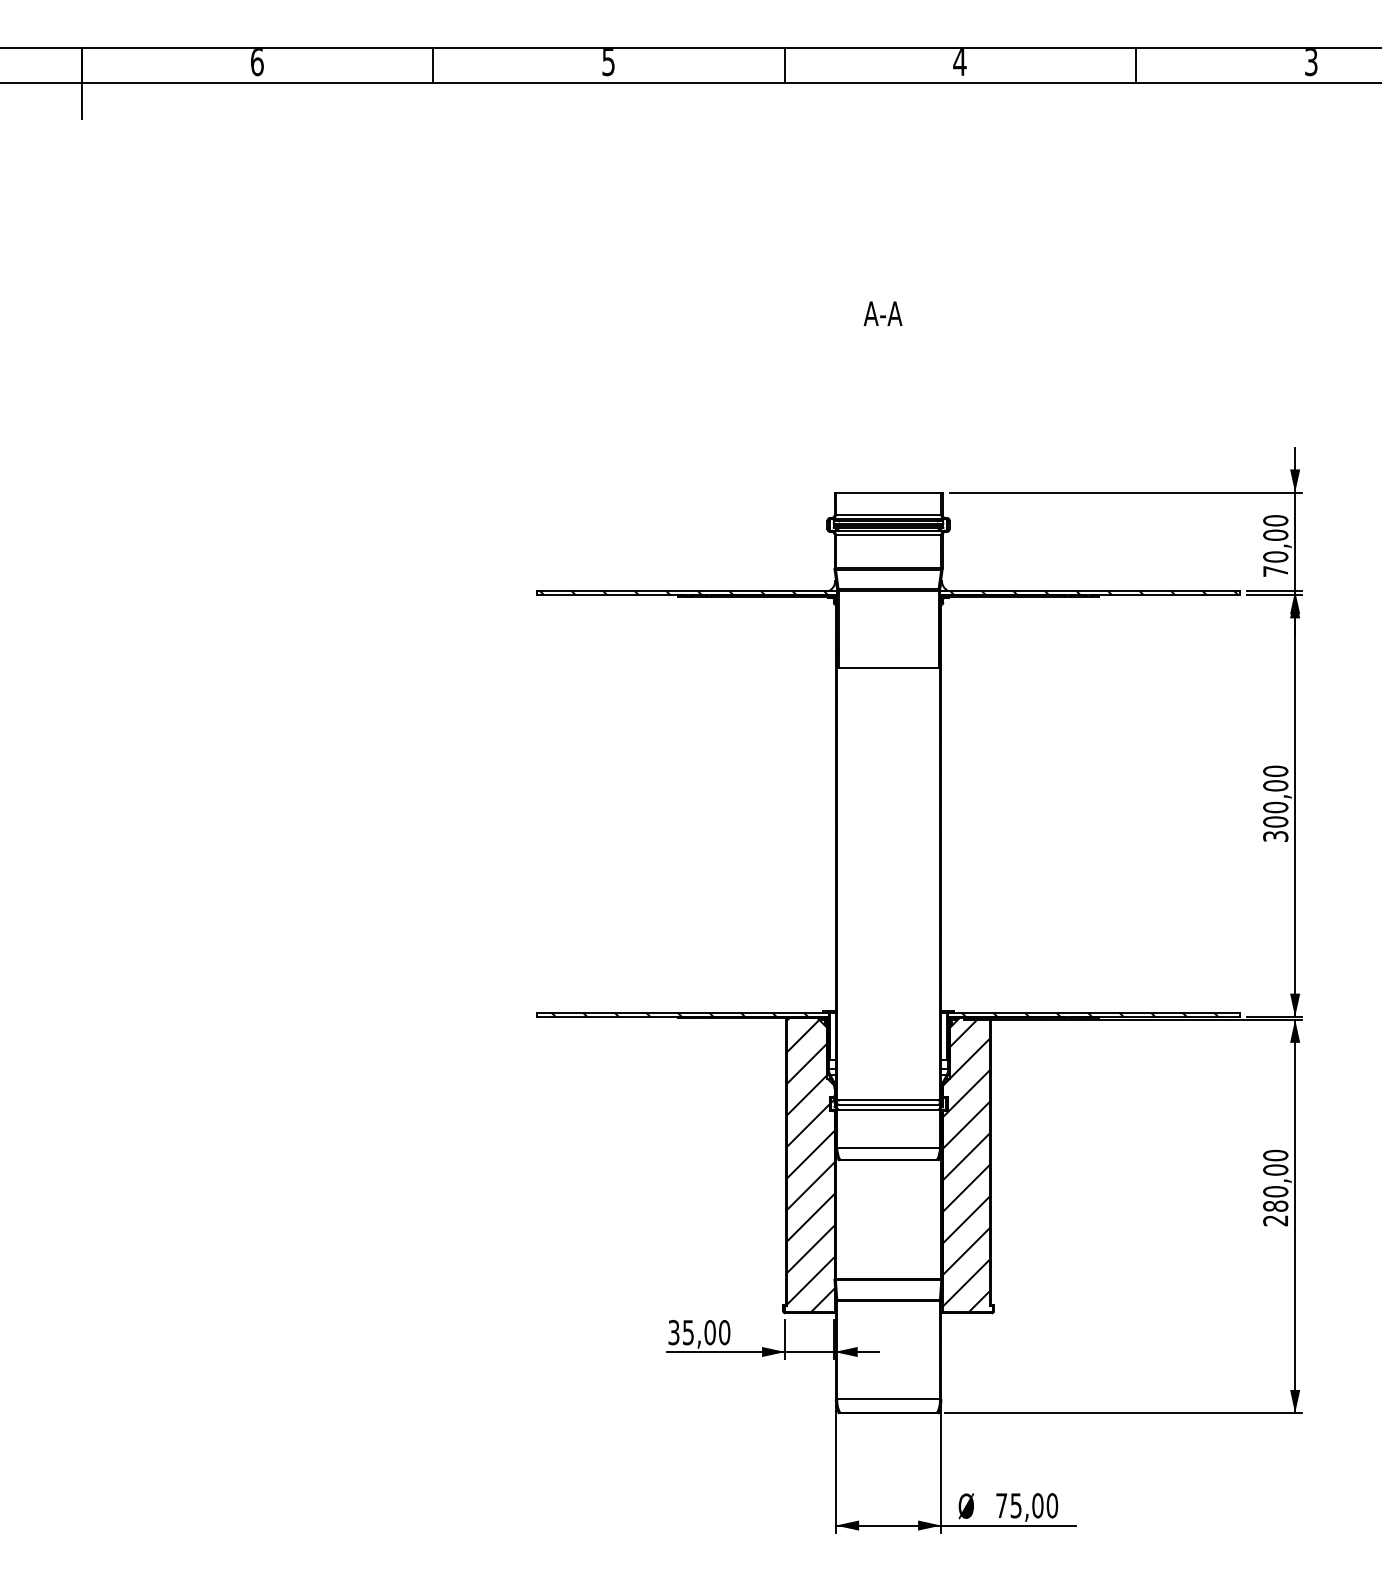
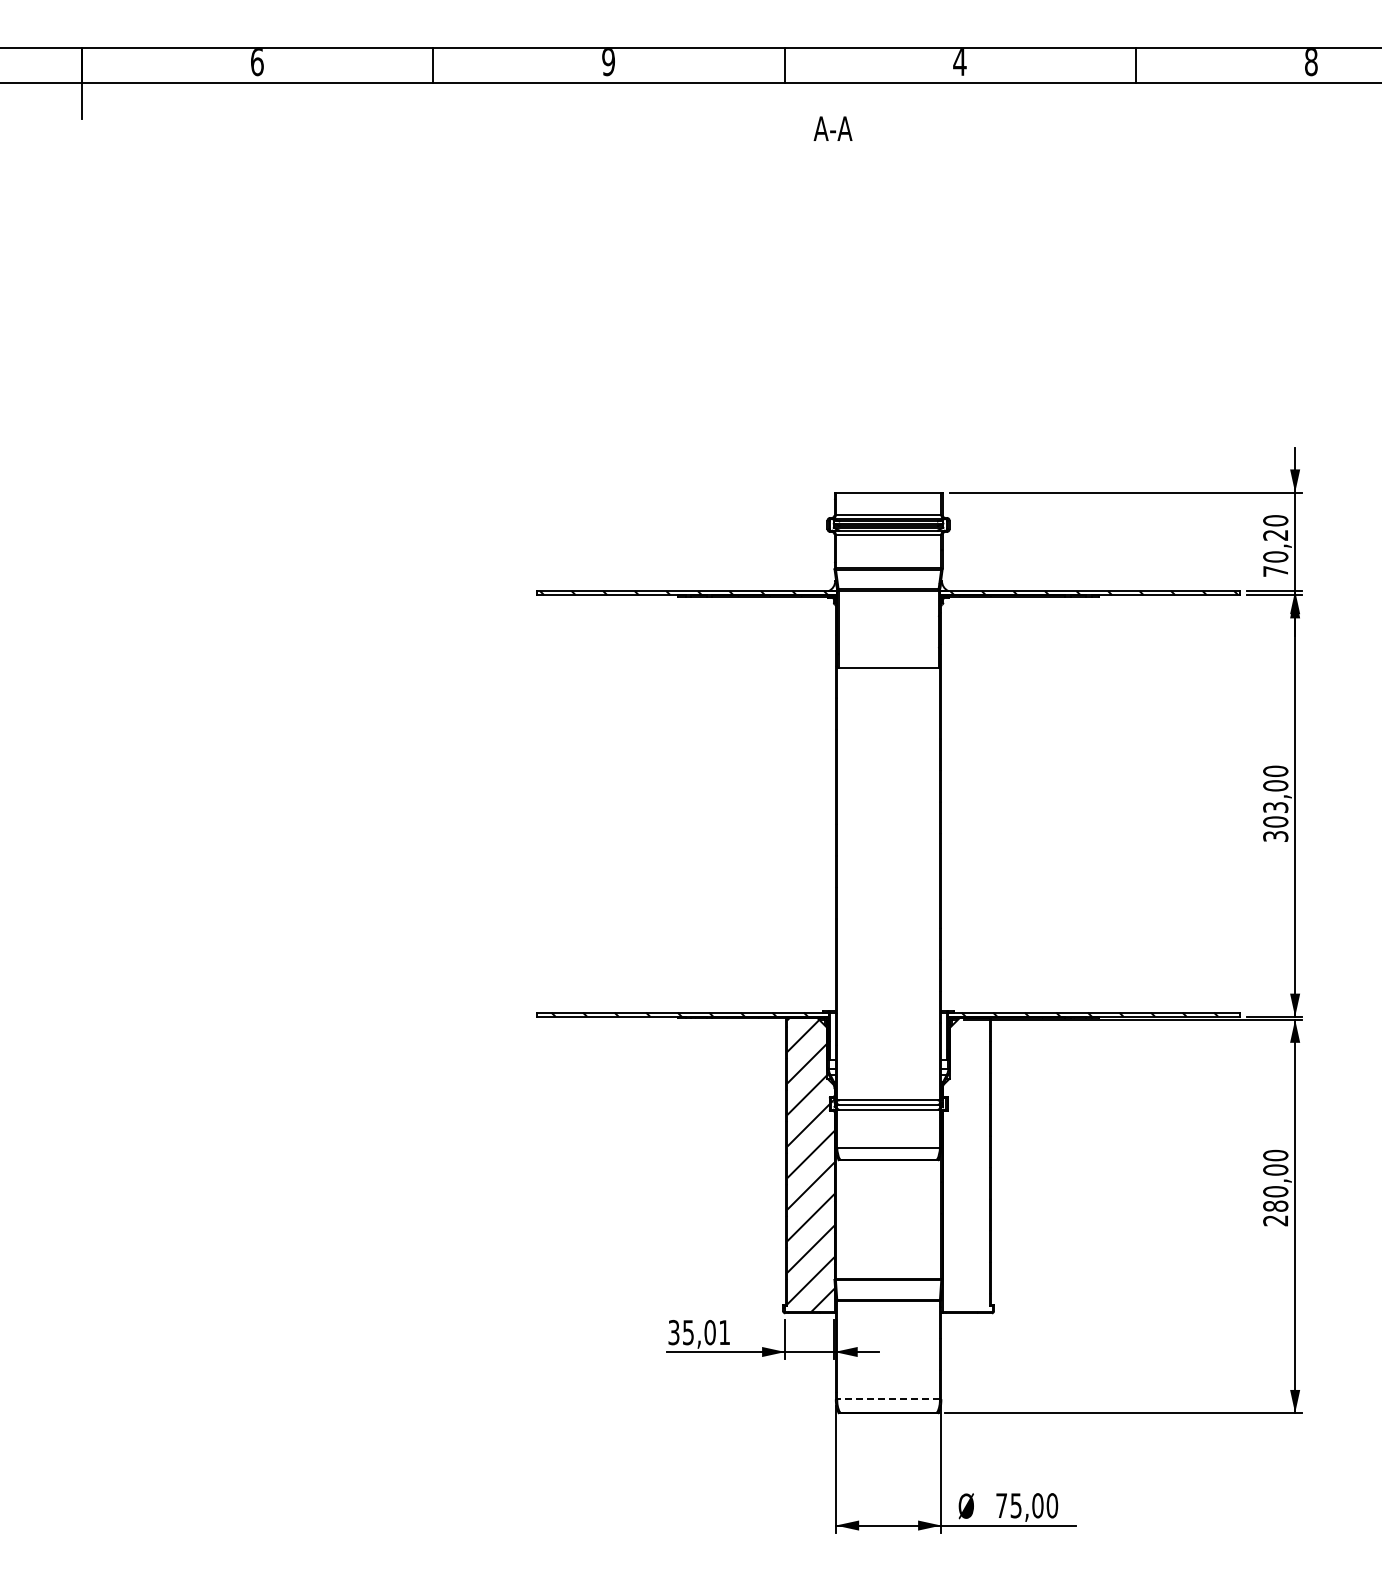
text at (608, 62): 5 -> 9
text at (1311, 62): 3 -> 8
text at (882, 313) position: (882, 313) -> (832, 128)
text at (1275, 534): 70,00 -> 70,20
text at (1275, 807): 300,00 -> 303,00
hatch at (965, 1164): present -> none
text at (724, 1332): 35,00 -> 35,01
line at (888, 1399): solid -> dashed
